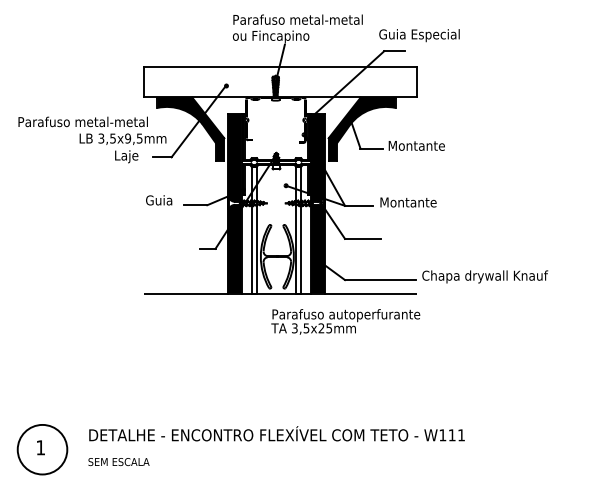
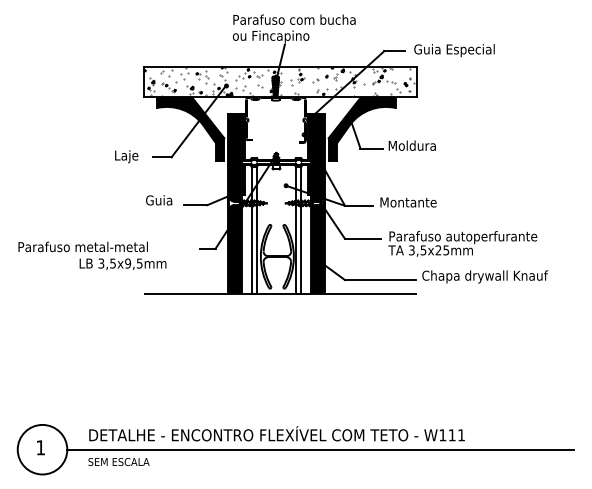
text at (326, 19): Parafuso metal-metal -> Parafuso com bucha
text at (419, 35) position: (419, 35) -> (454, 50)
hatch at (278, 81): none -> present
text at (92, 130) position: (92, 130) -> (92, 255)
text at (425, 145): Montante -> Moldura
text at (345, 321) position: (345, 321) -> (462, 243)
line at (320, 449): none -> present
